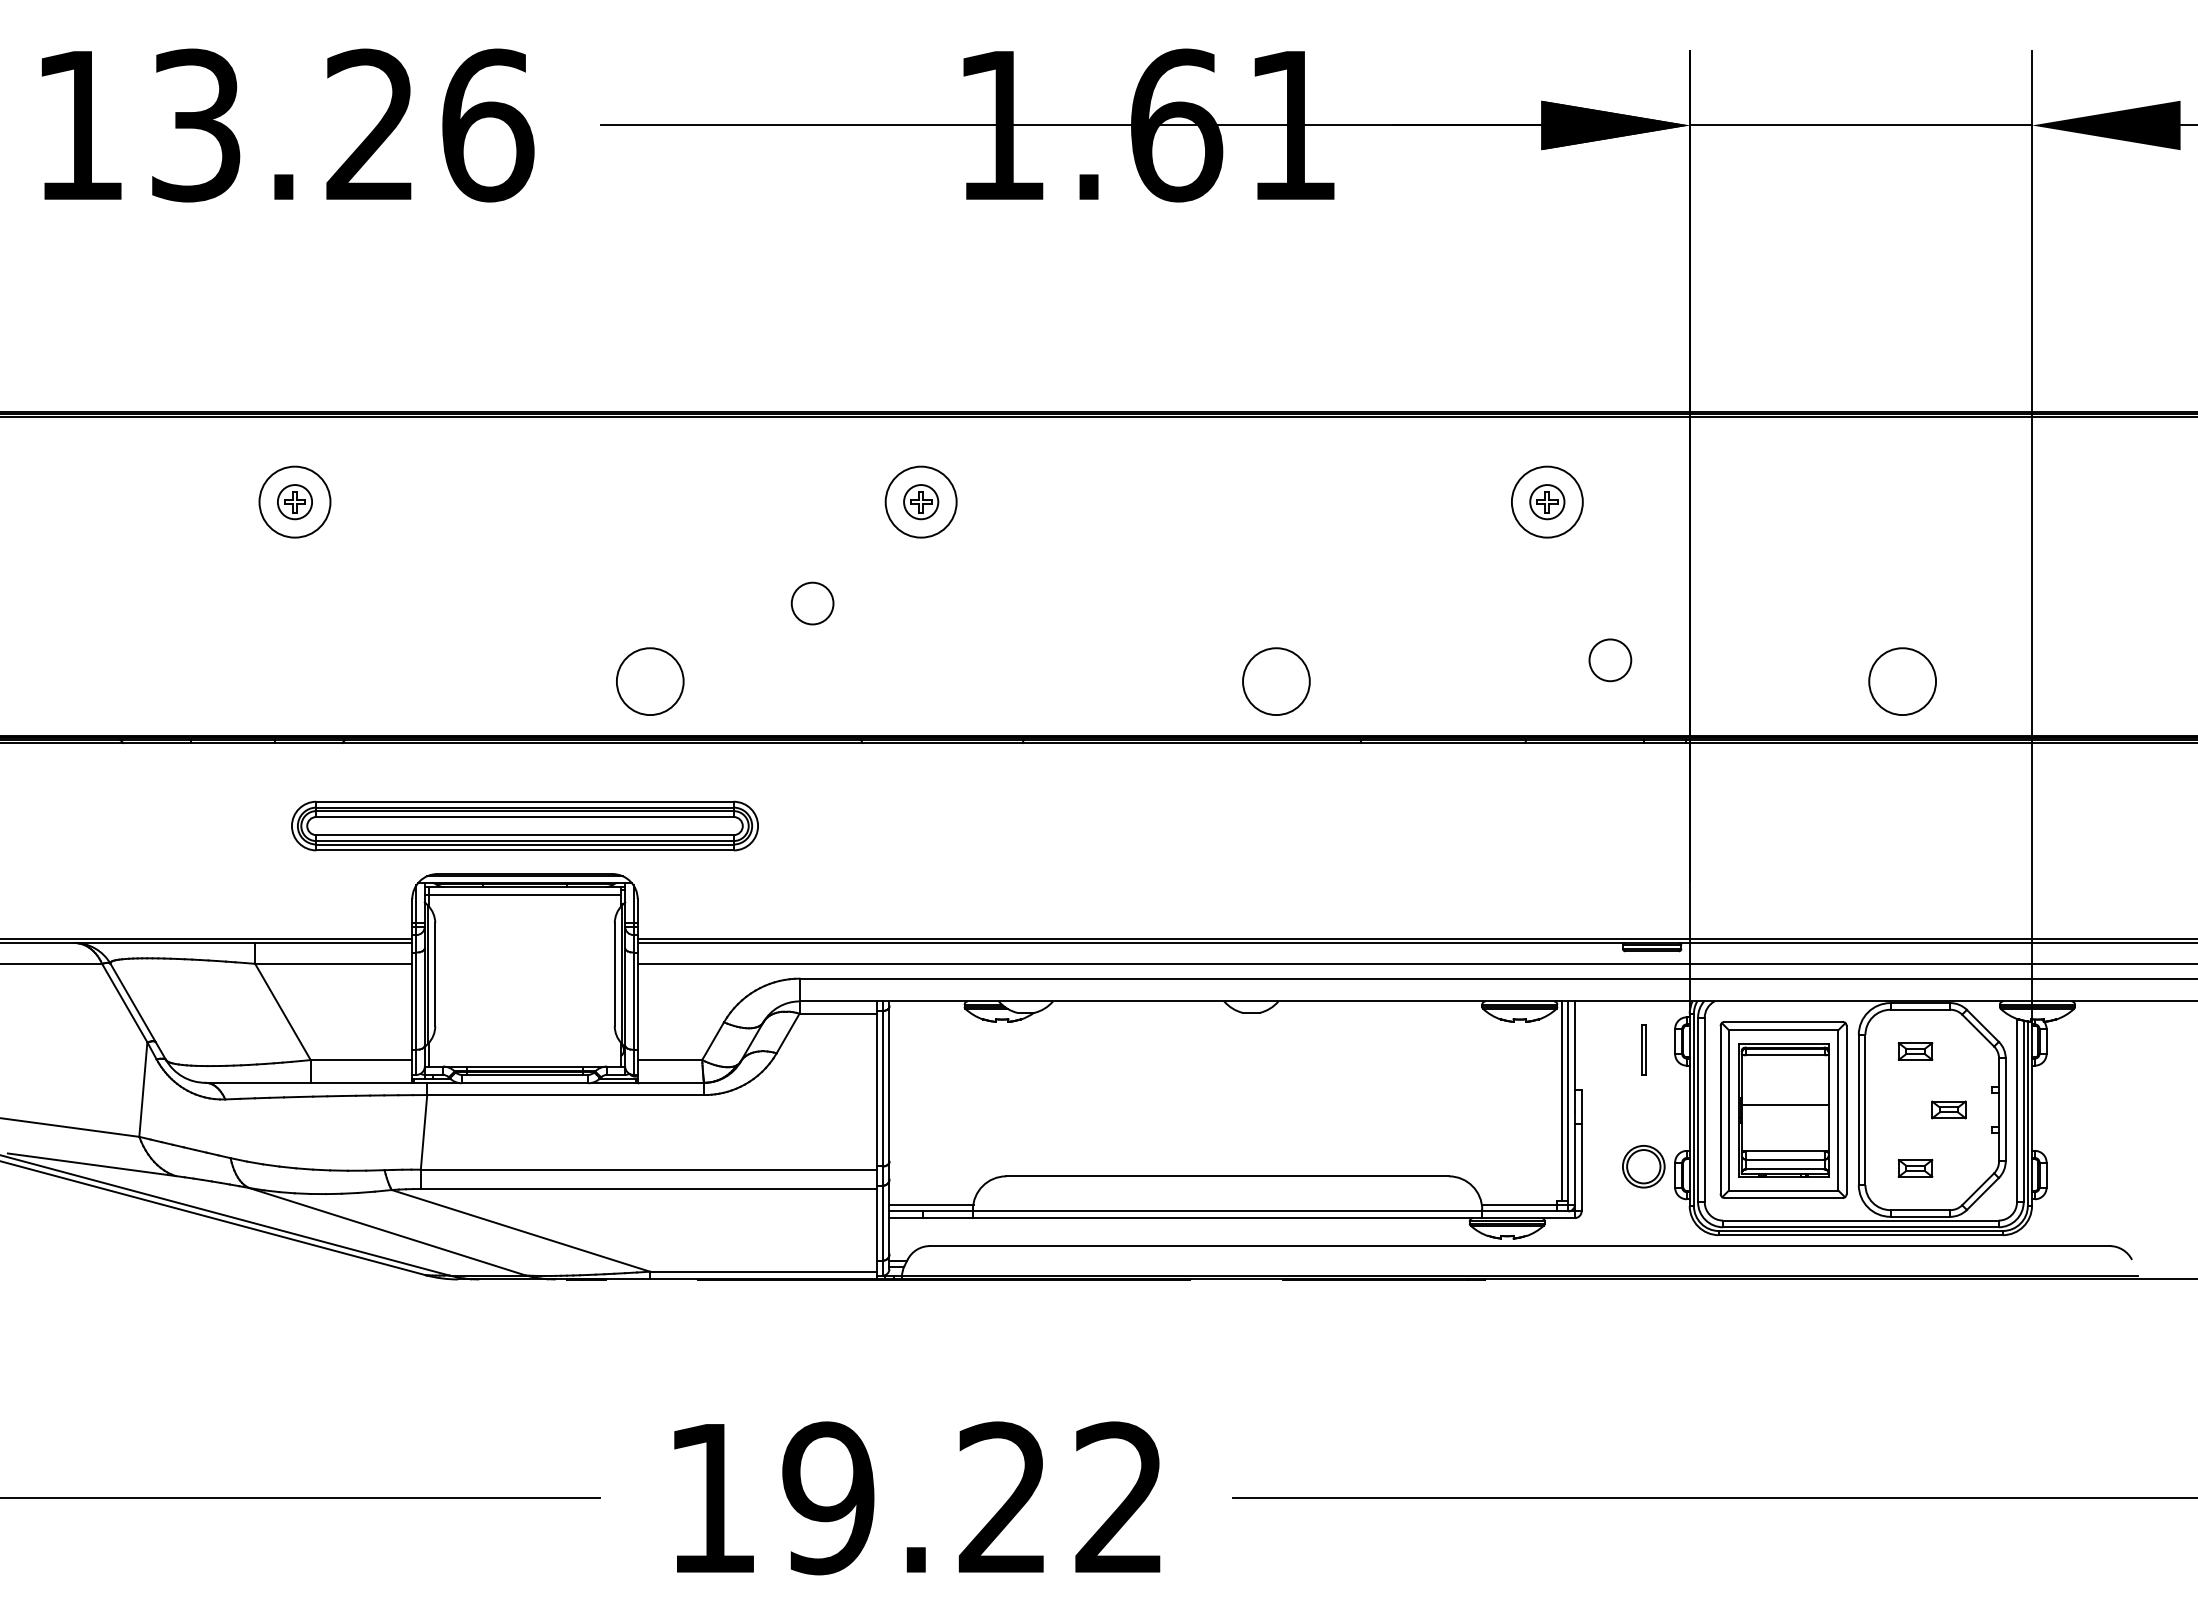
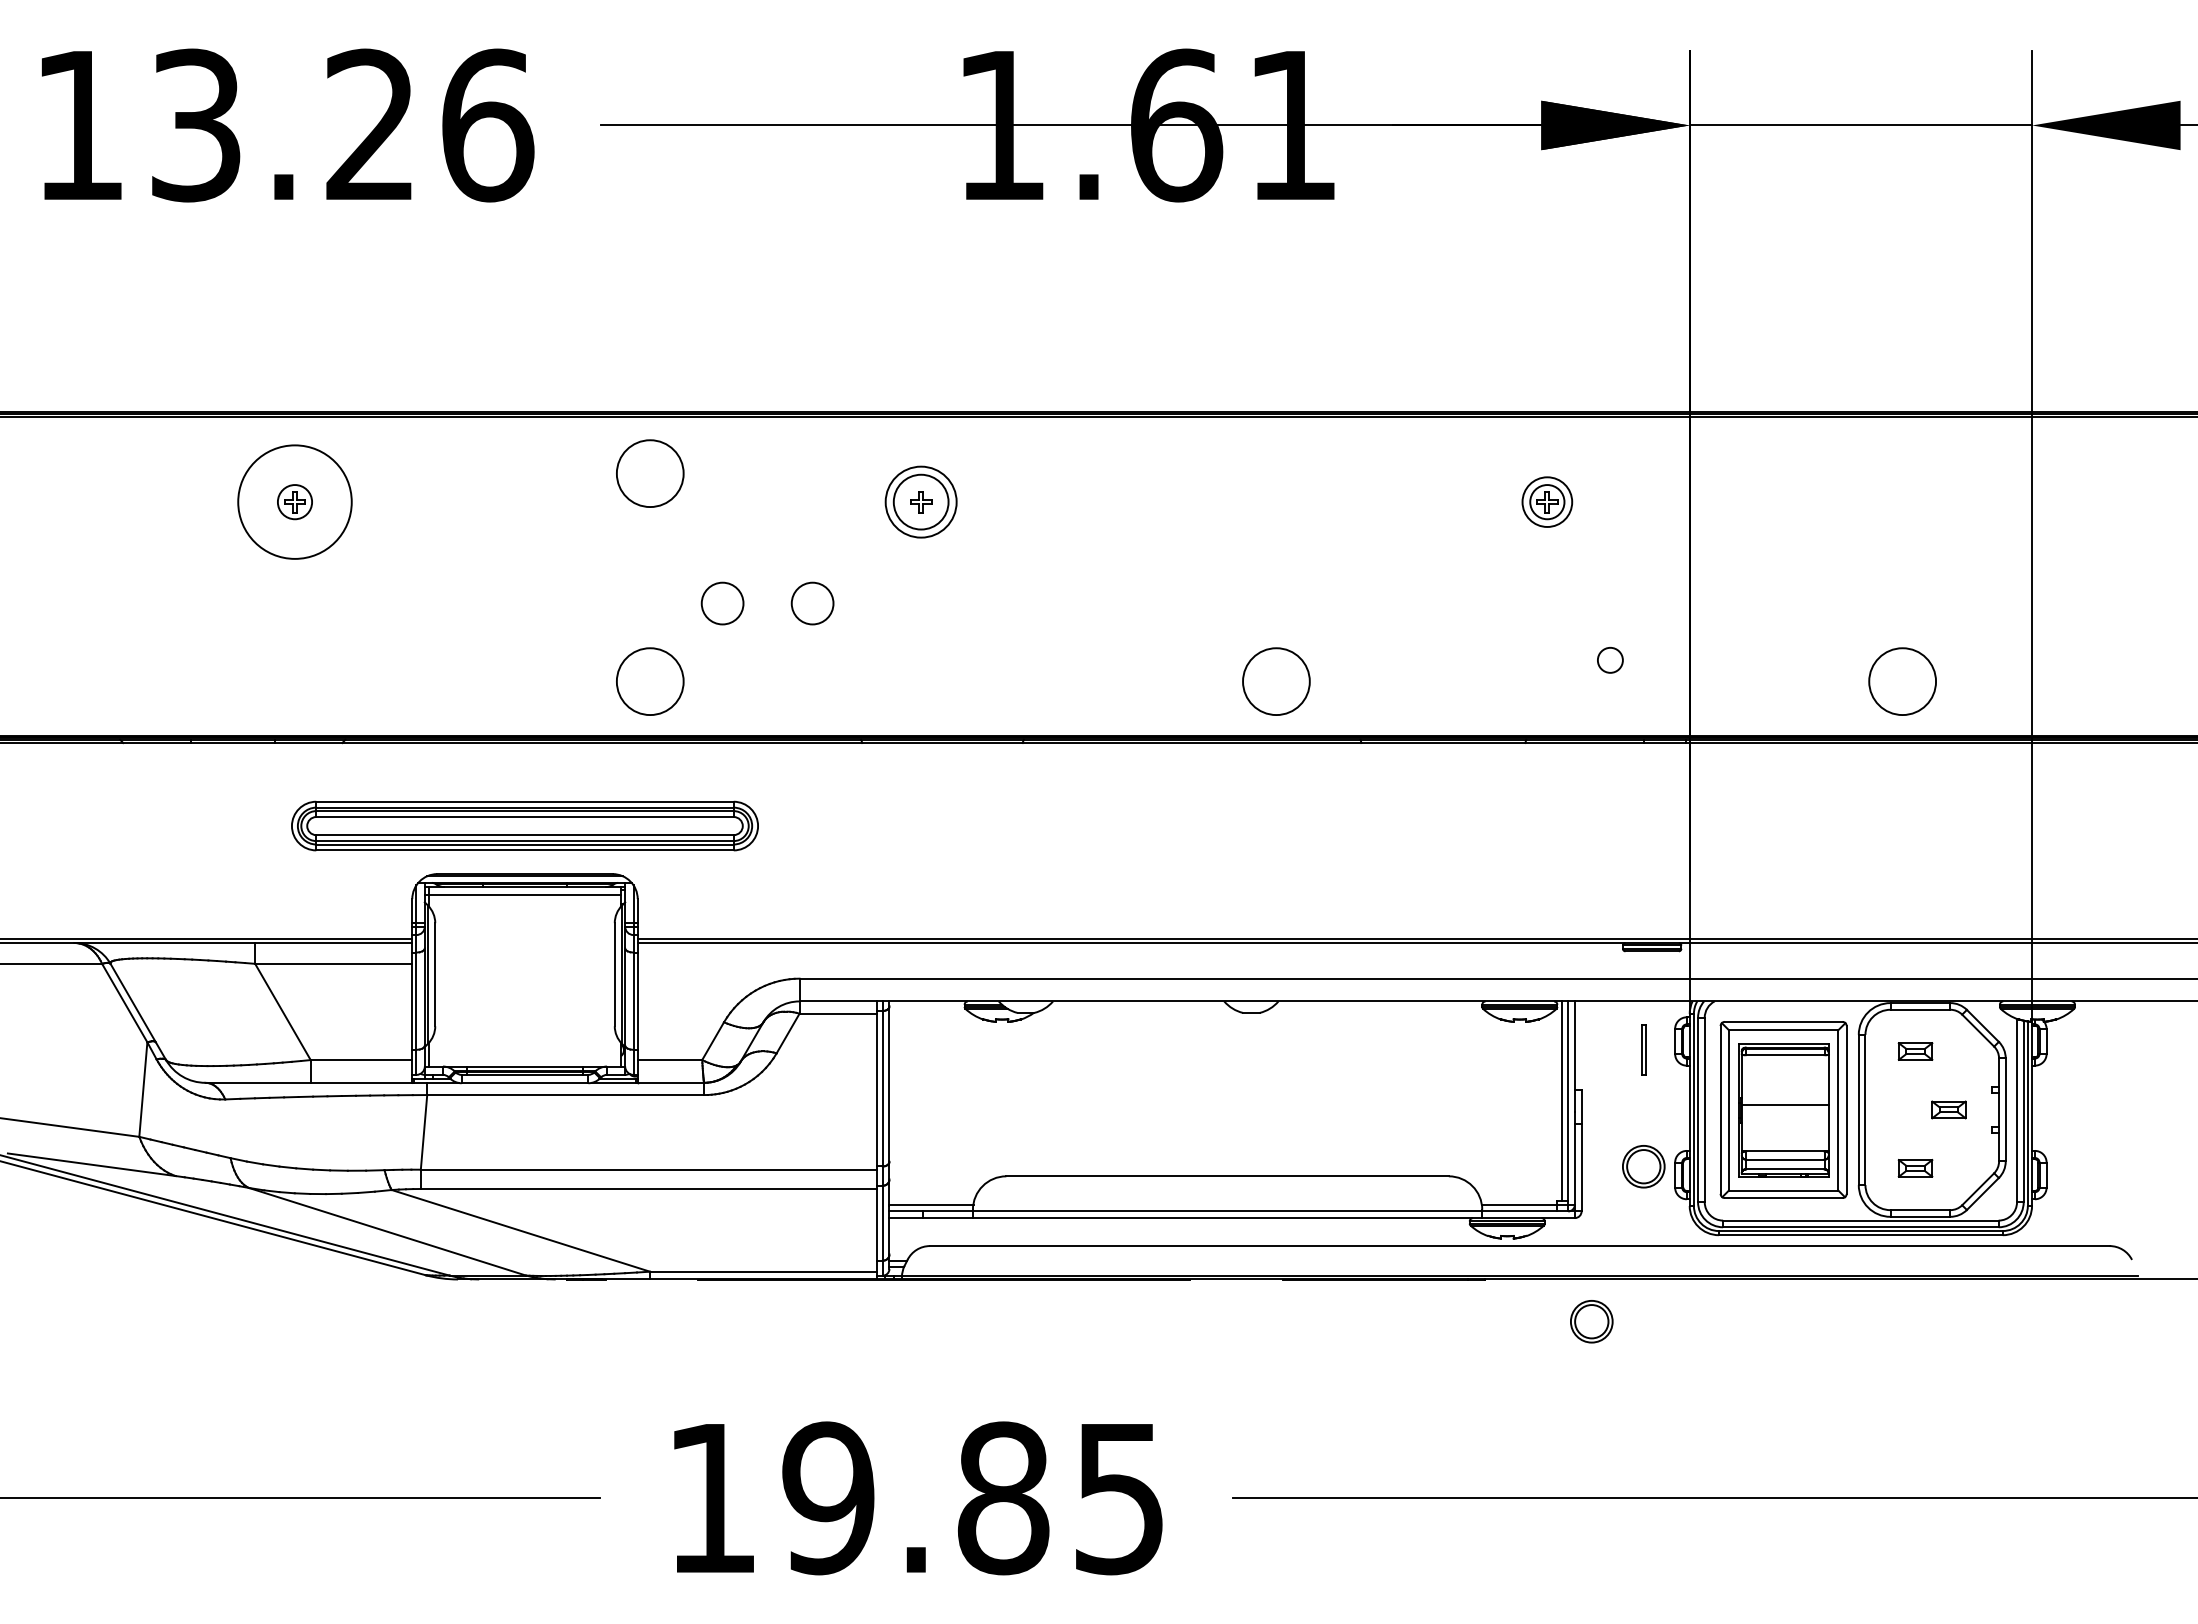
circle at (650, 473): none -> present
circle at (294, 501) diameter: 71 px -> 114 px
circle at (1546, 501) diameter: 71 px -> 50 px
circle at (921, 502) diameter: 34 px -> 55 px
circle at (722, 603): none -> present
circle at (1610, 660) diameter: 42 px -> 25 px
line at (1415, 963): present -> none
part at (1591, 1321): none -> present
text at (1059, 1498): 19.22 -> 19.85
